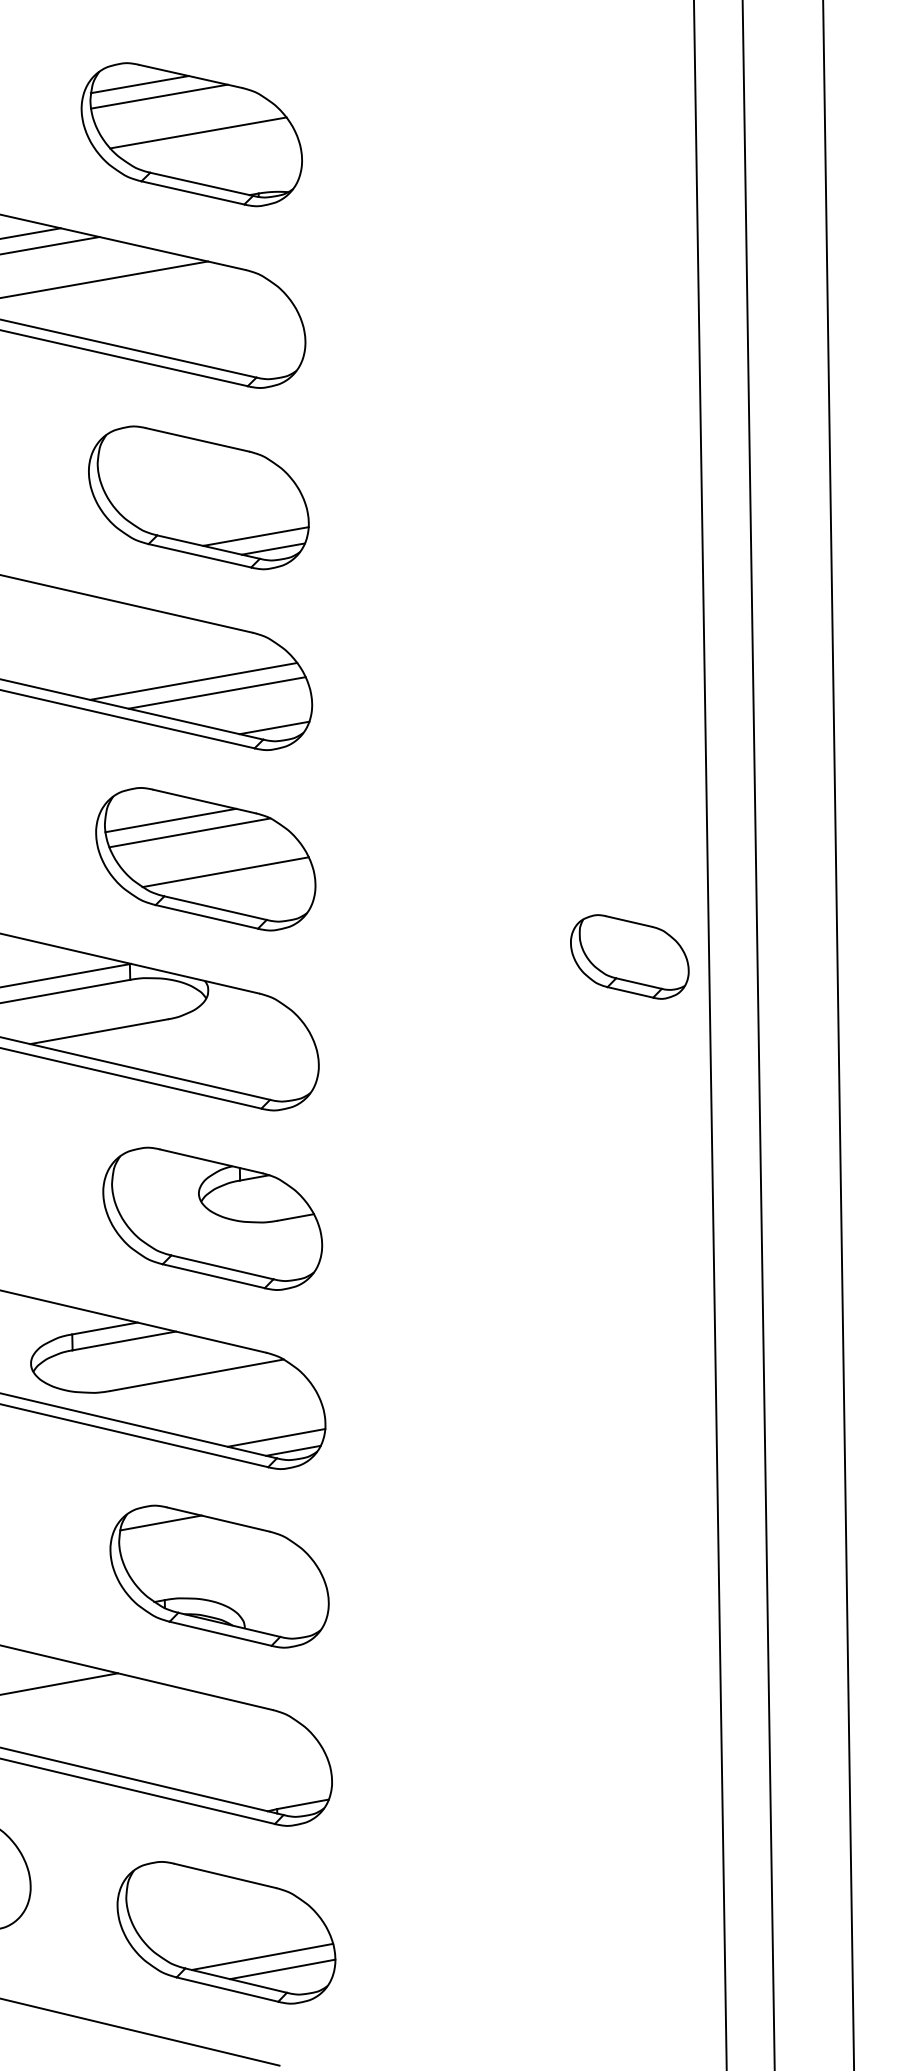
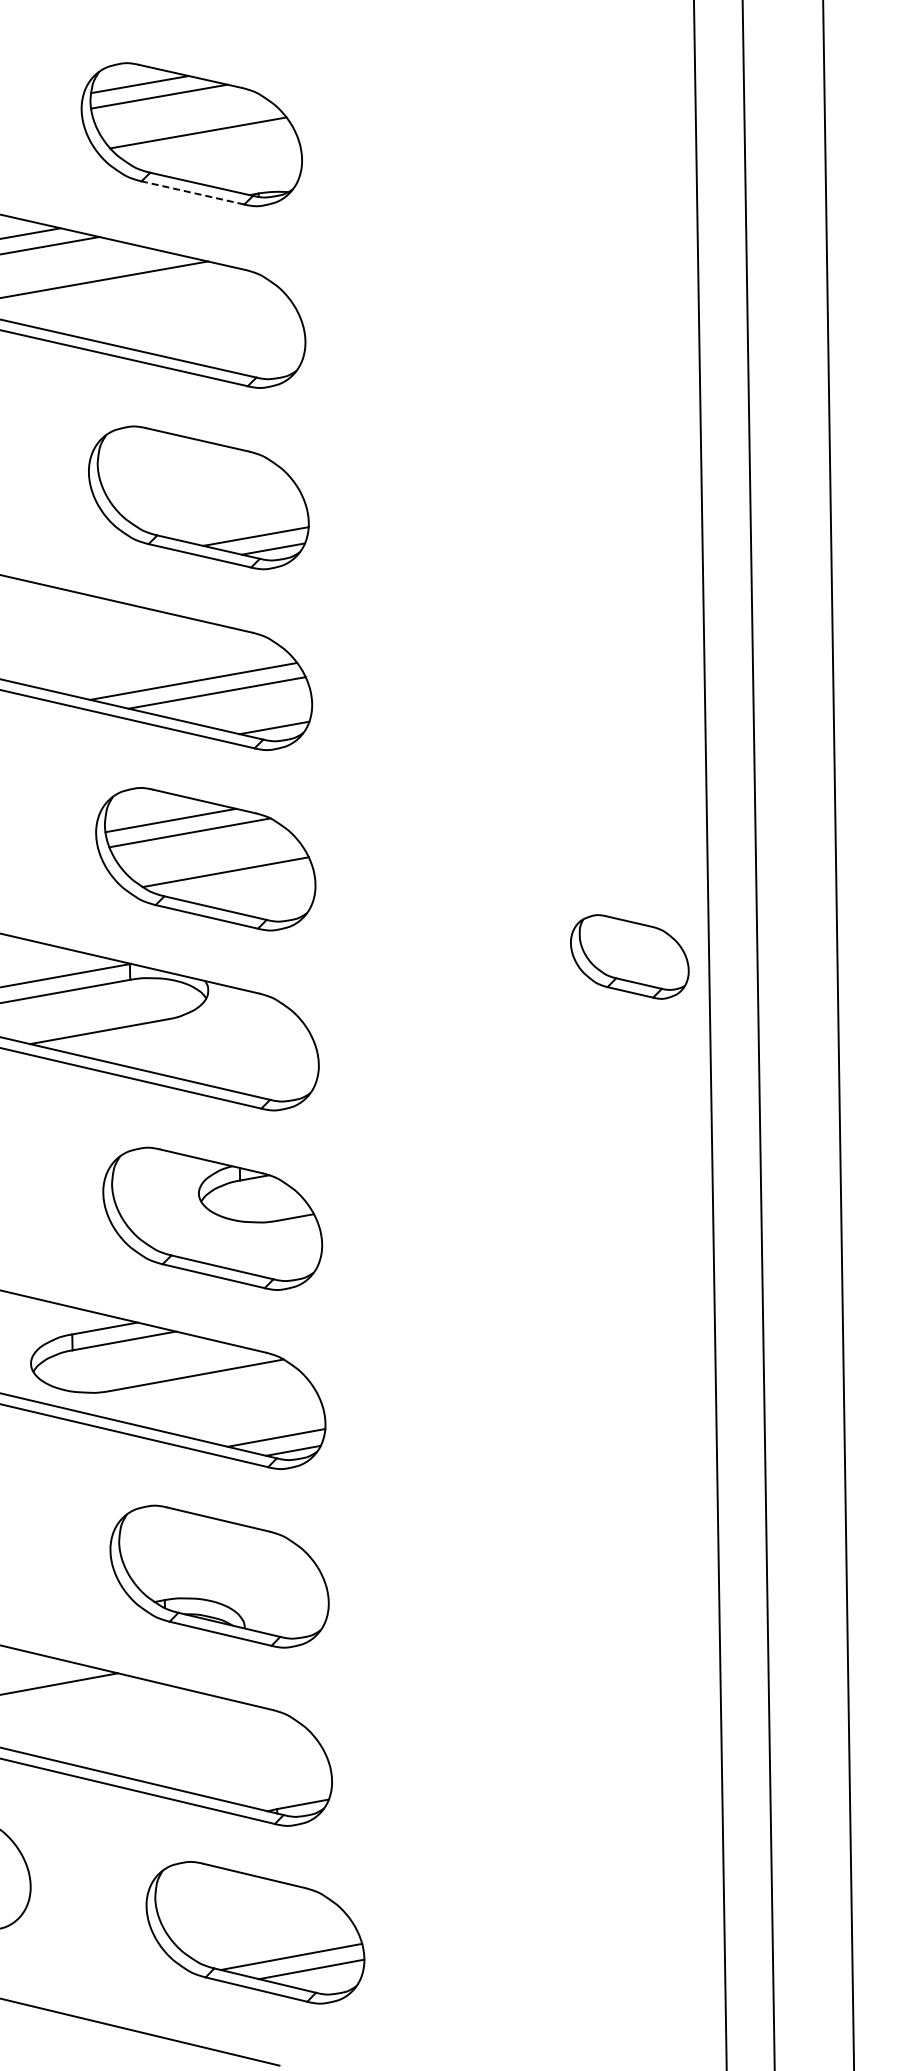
line at (192, 192): solid -> dashed
line at (160, 1522): present -> none
part at (226, 1932) position: (226, 1932) -> (255, 1932)
